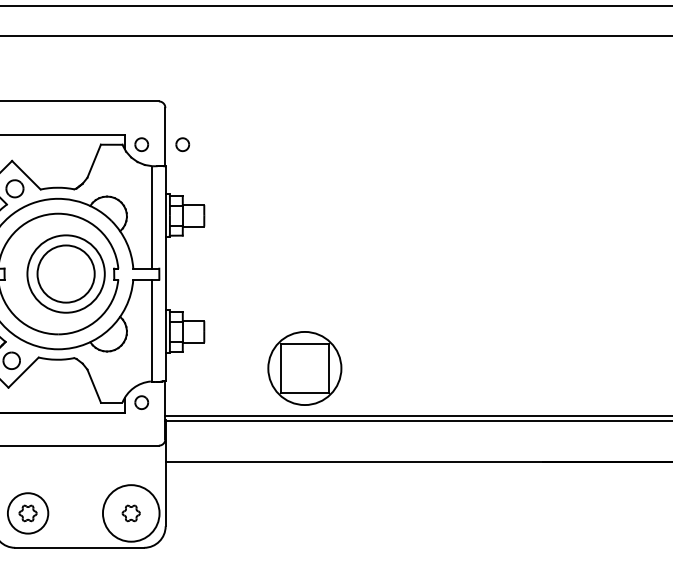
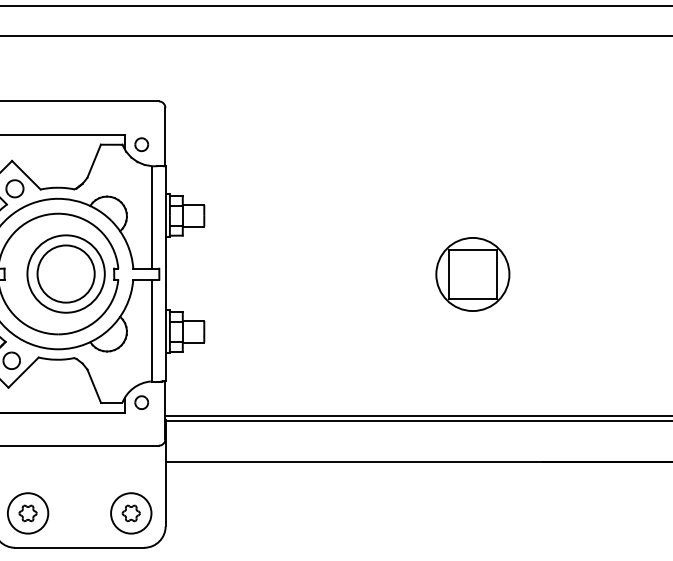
part at (182, 144): present -> none
part at (304, 368) position: (304, 368) -> (472, 274)
circle at (130, 513) diameter: 57 px -> 40 px
